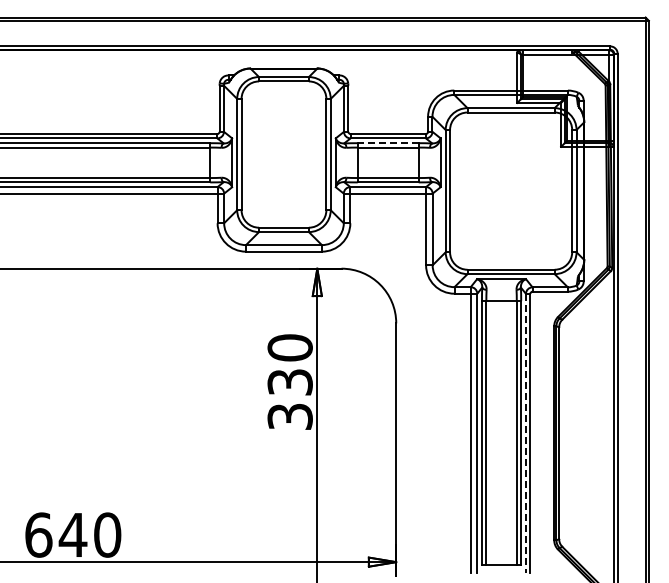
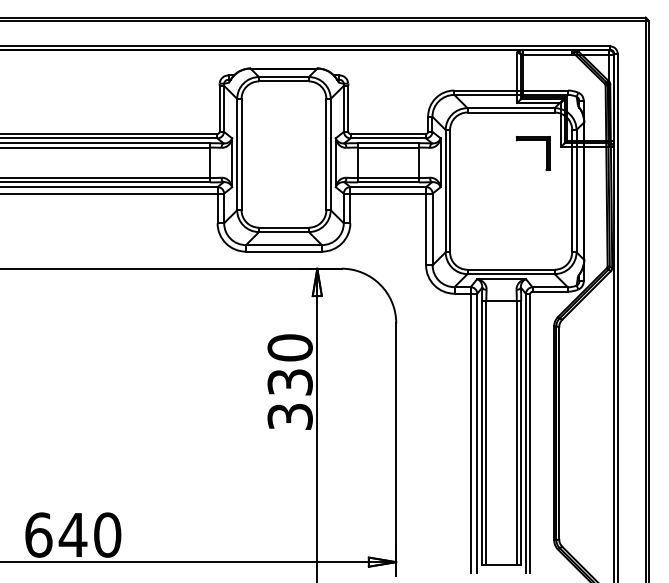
part at (532, 140): none -> present
line at (388, 143): dashed -> solid
line at (525, 433): dashed -> solid
